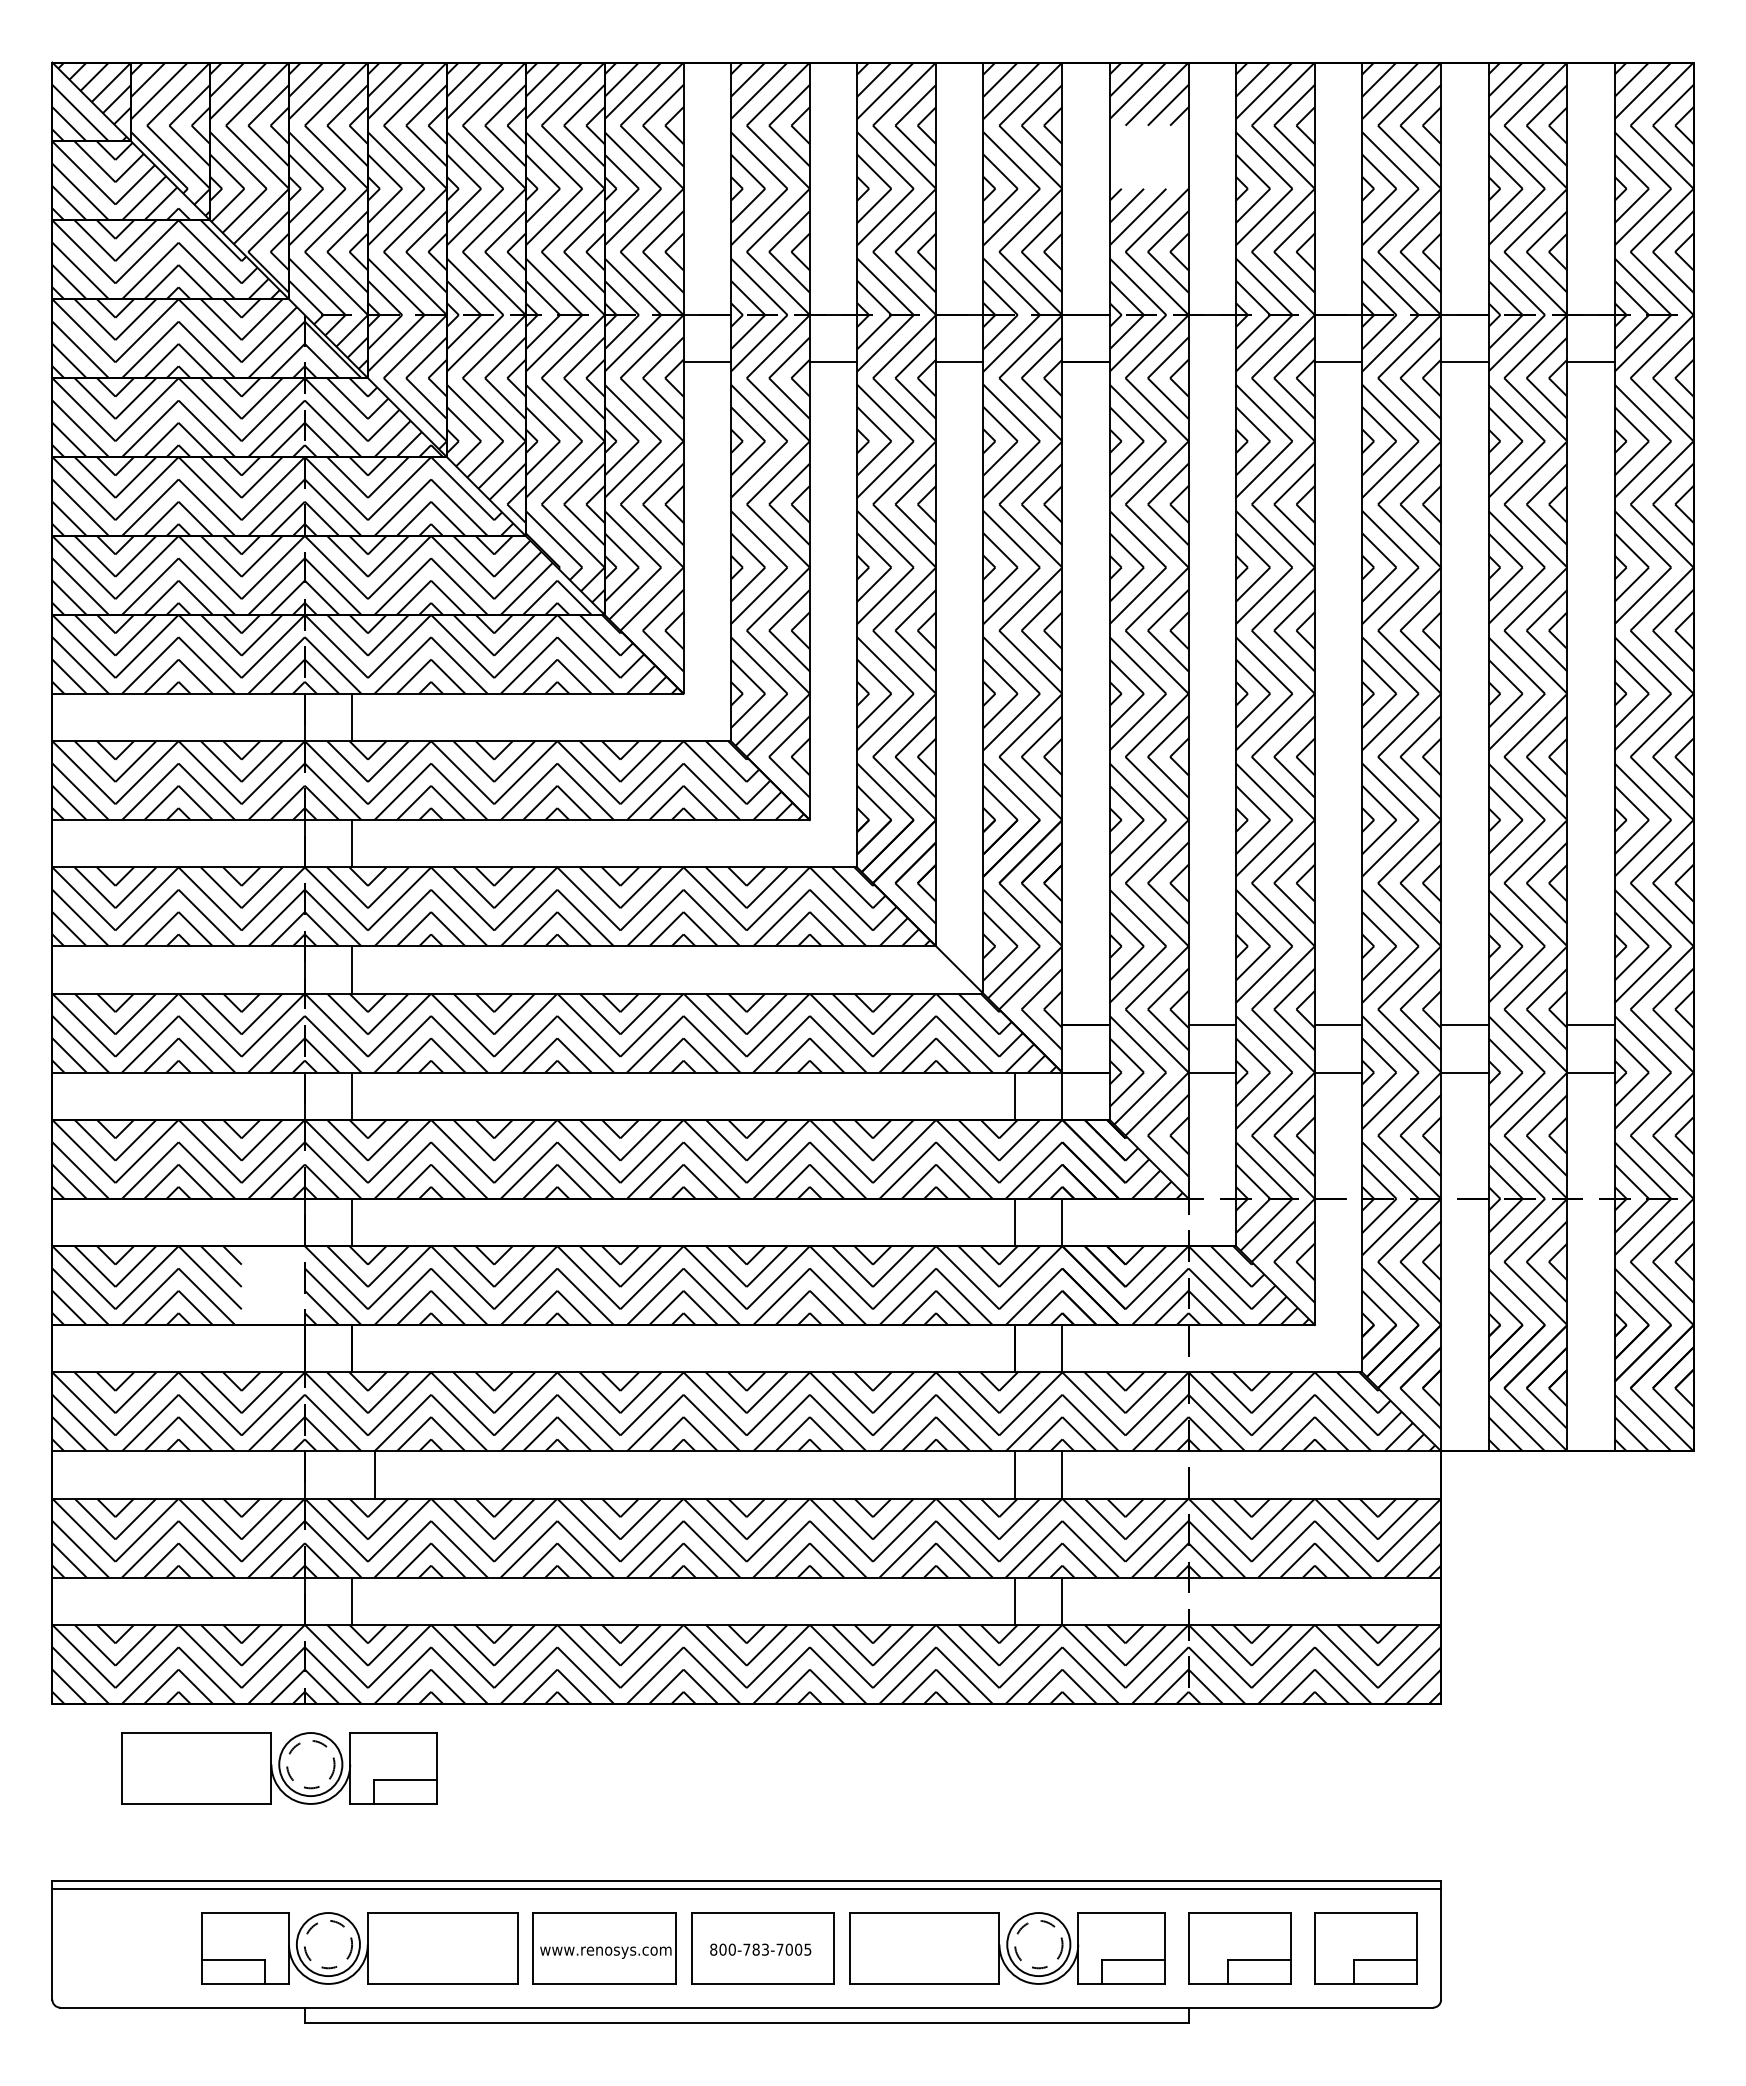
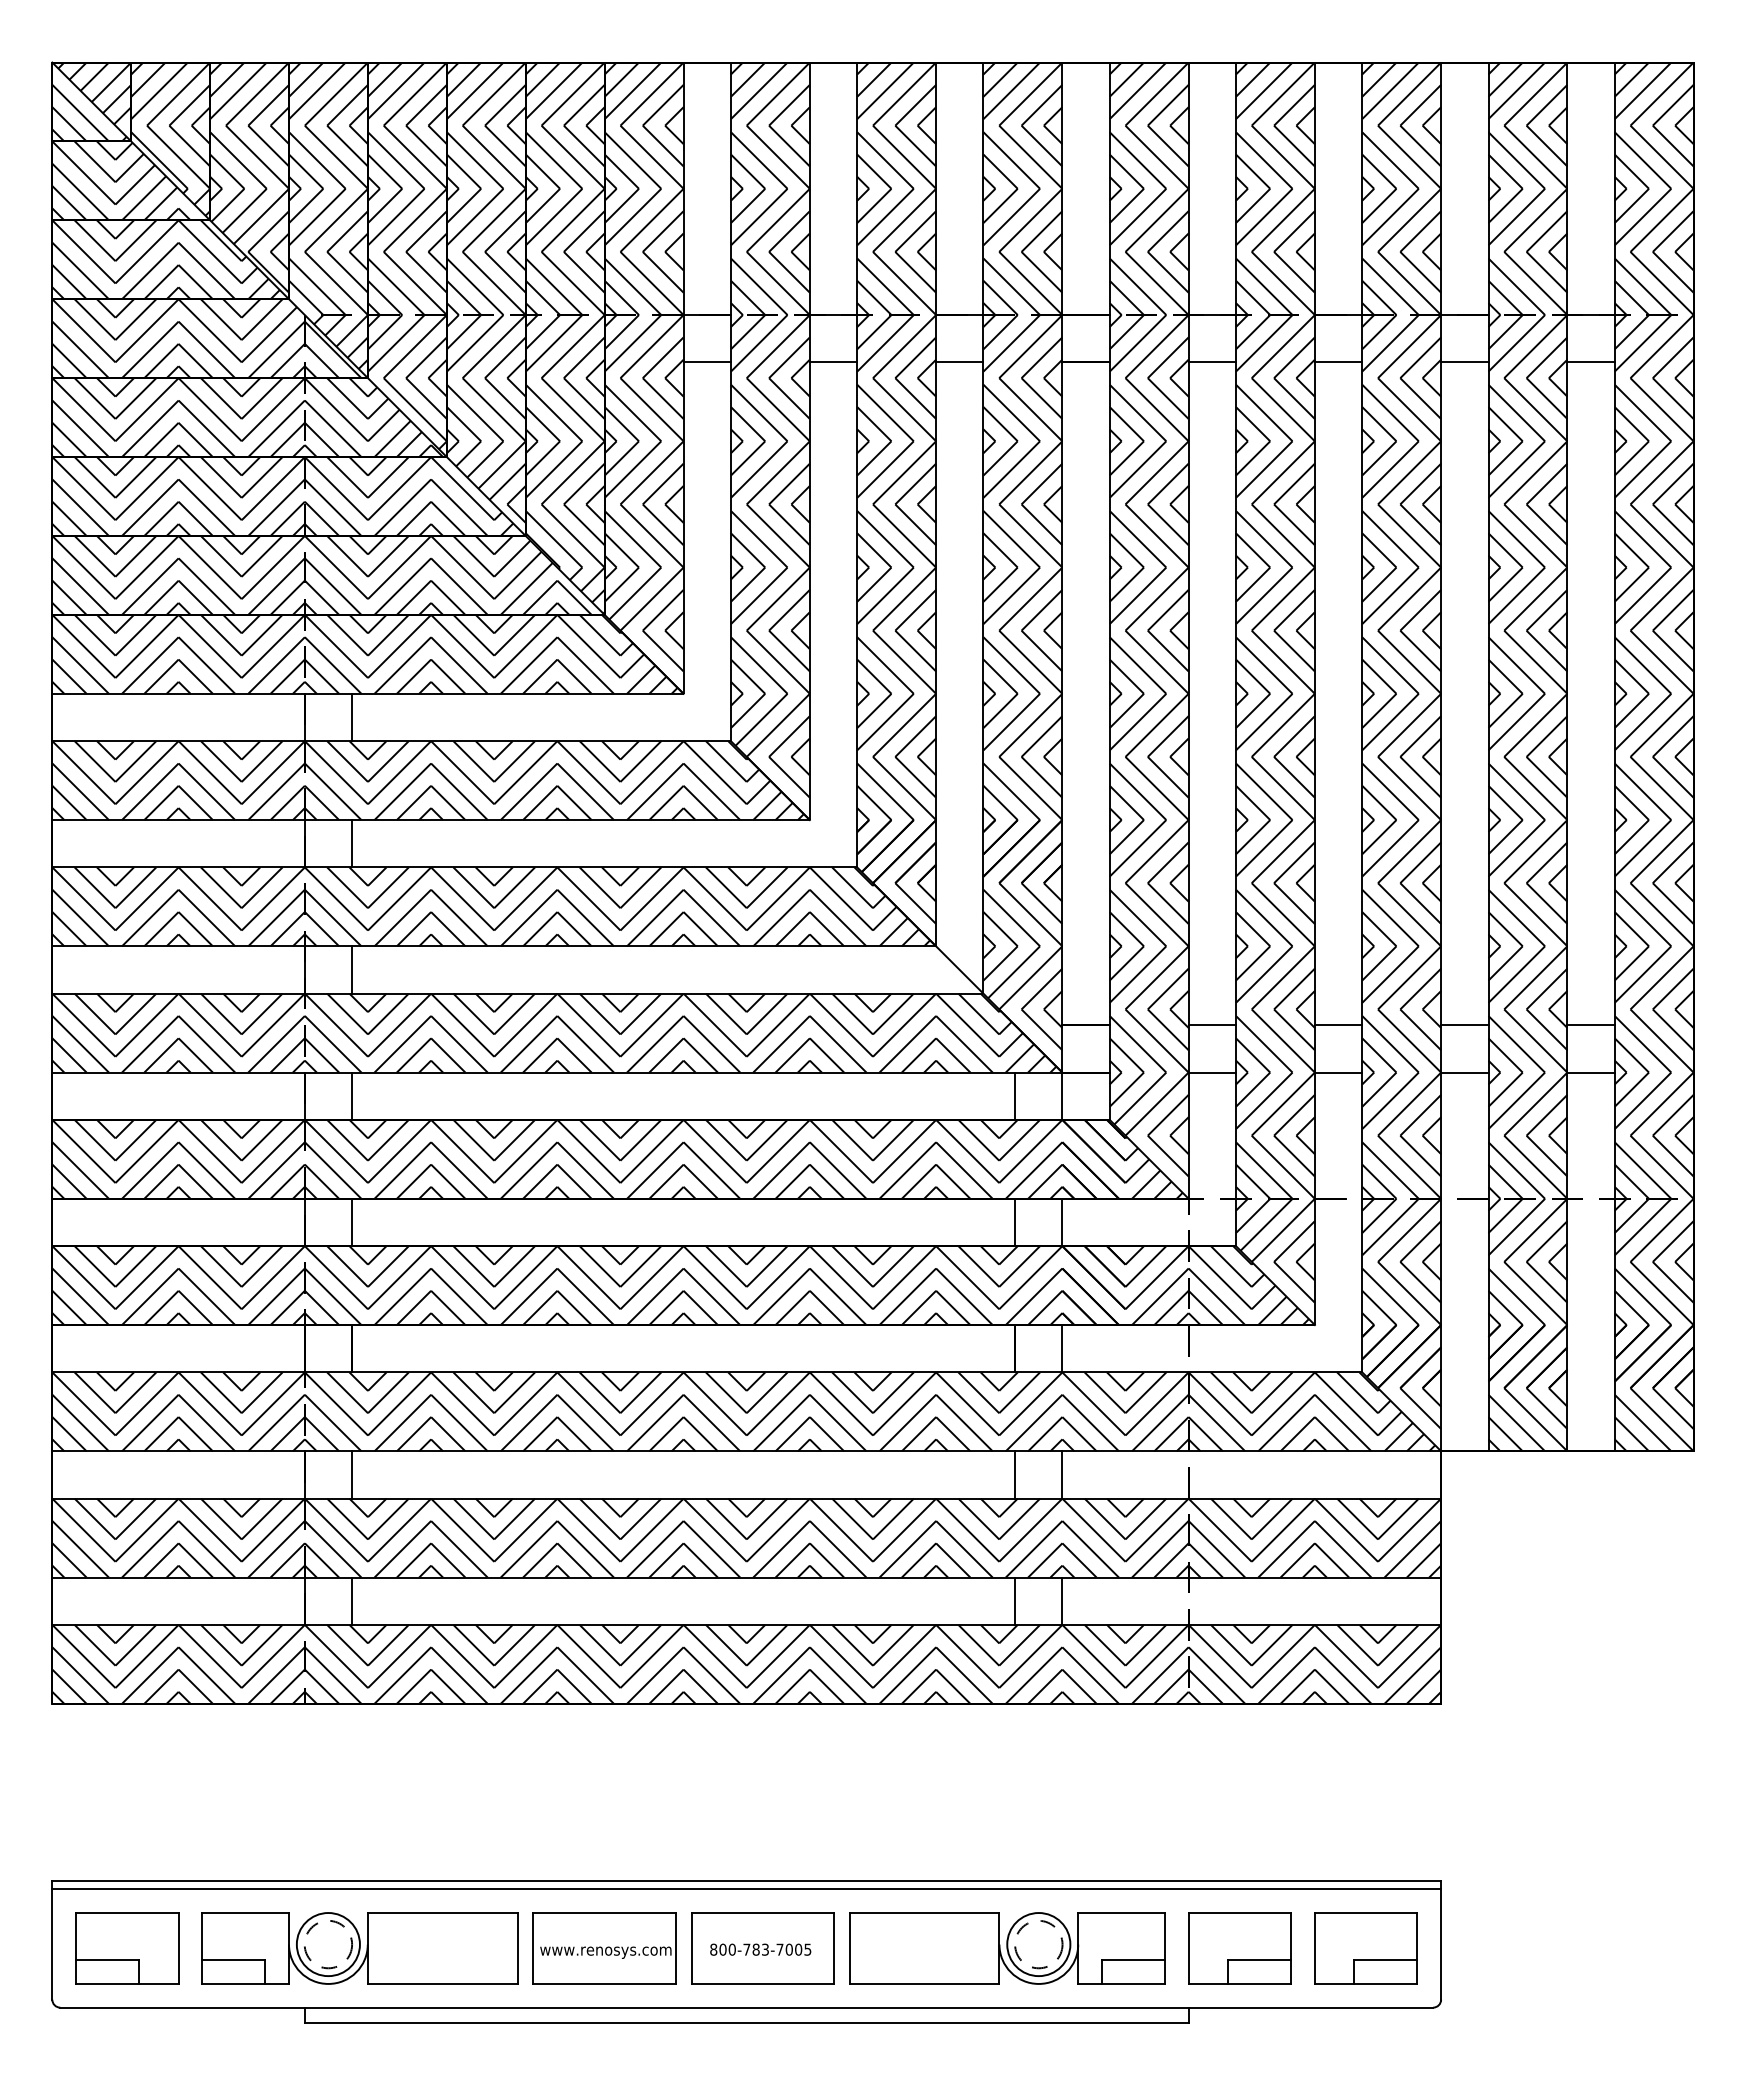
hatch at (1148, 156): none -> present
line at (1212, 362): none -> present
hatch at (272, 1285): none -> present
line at (375, 1474) position: (375, 1474) -> (352, 1474)
part at (279, 1768): present -> none
part at (127, 1948): none -> present
